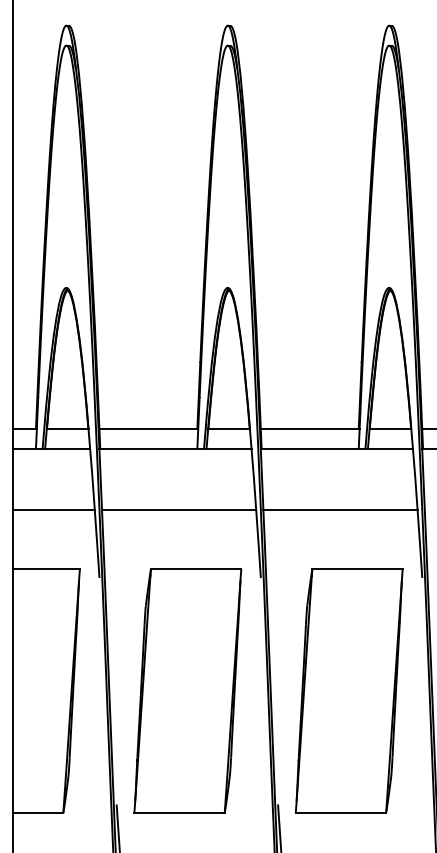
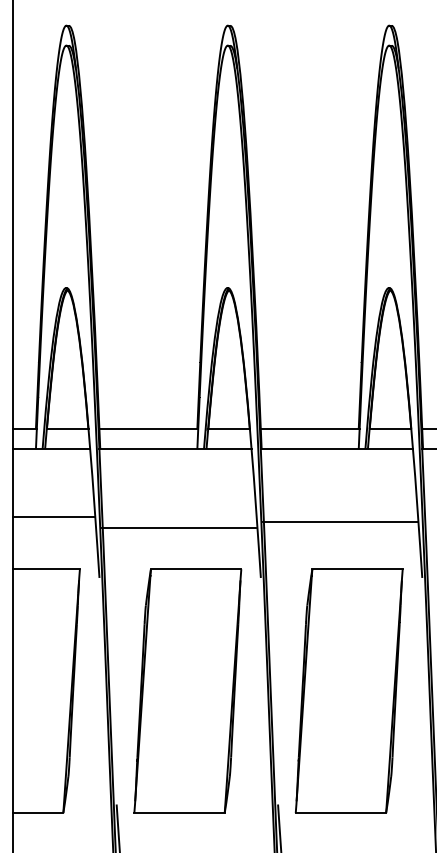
line at (53, 510) position: (53, 510) -> (53, 517)
line at (179, 510) position: (179, 510) -> (179, 528)
line at (340, 510) position: (340, 510) -> (340, 522)
